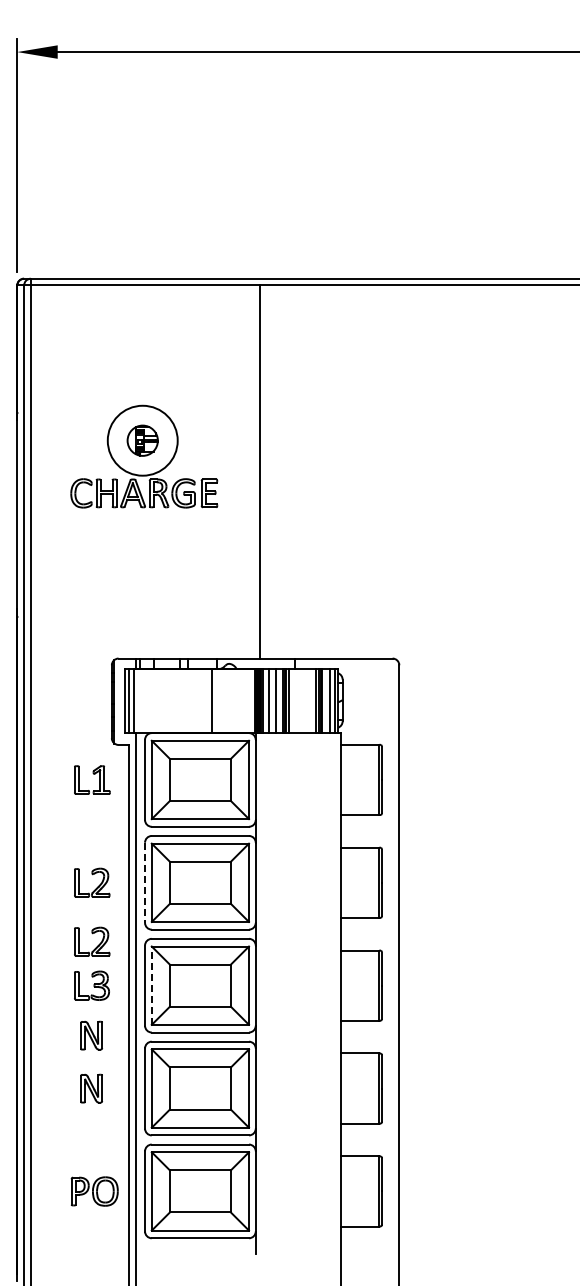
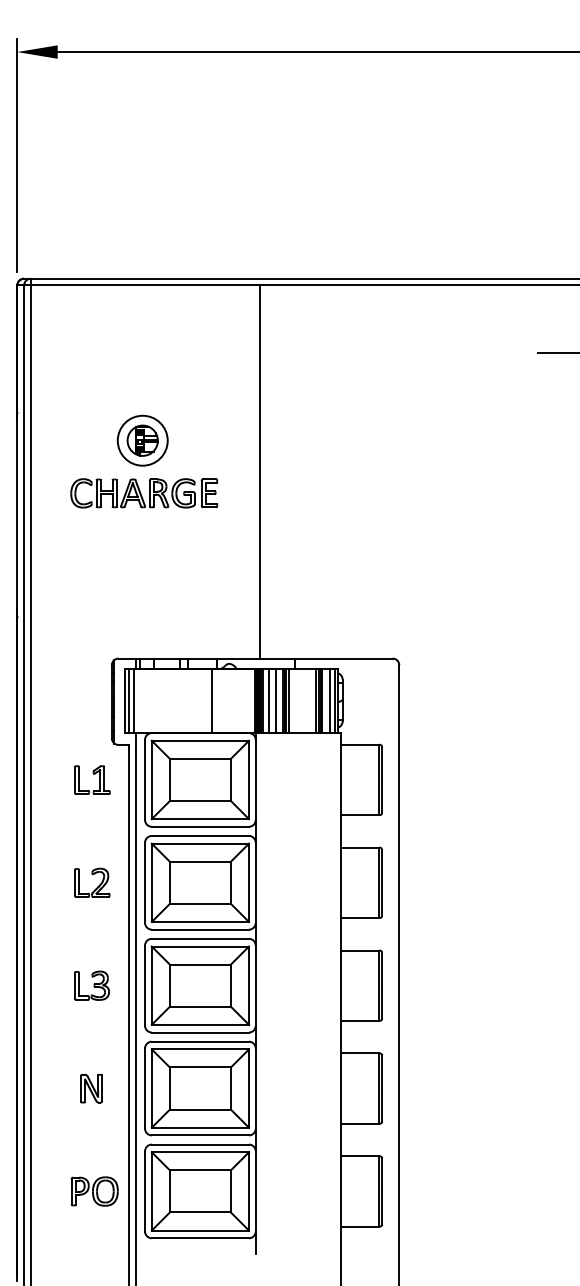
line at (556, 352): none -> present
circle at (142, 440) diameter: 70 px -> 50 px
line at (145, 883): dashed -> solid
part at (97, 945): present -> none
line at (151, 985): dashed -> solid
part at (91, 1035): present -> none
